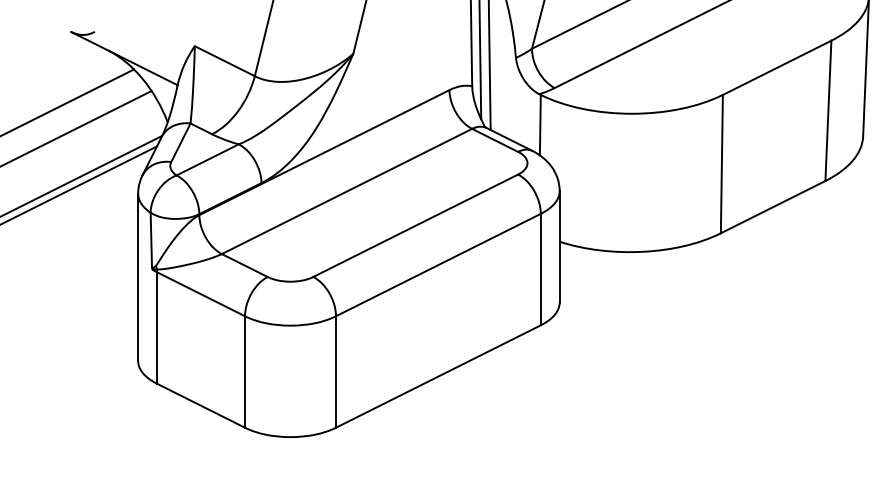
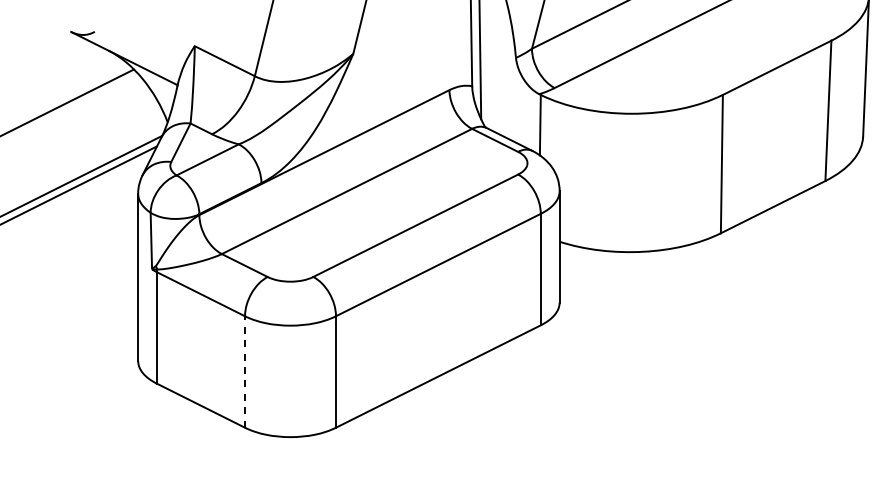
line at (489, 66): present -> none
line at (76, 128): present -> none
line at (245, 372): solid -> dashed
